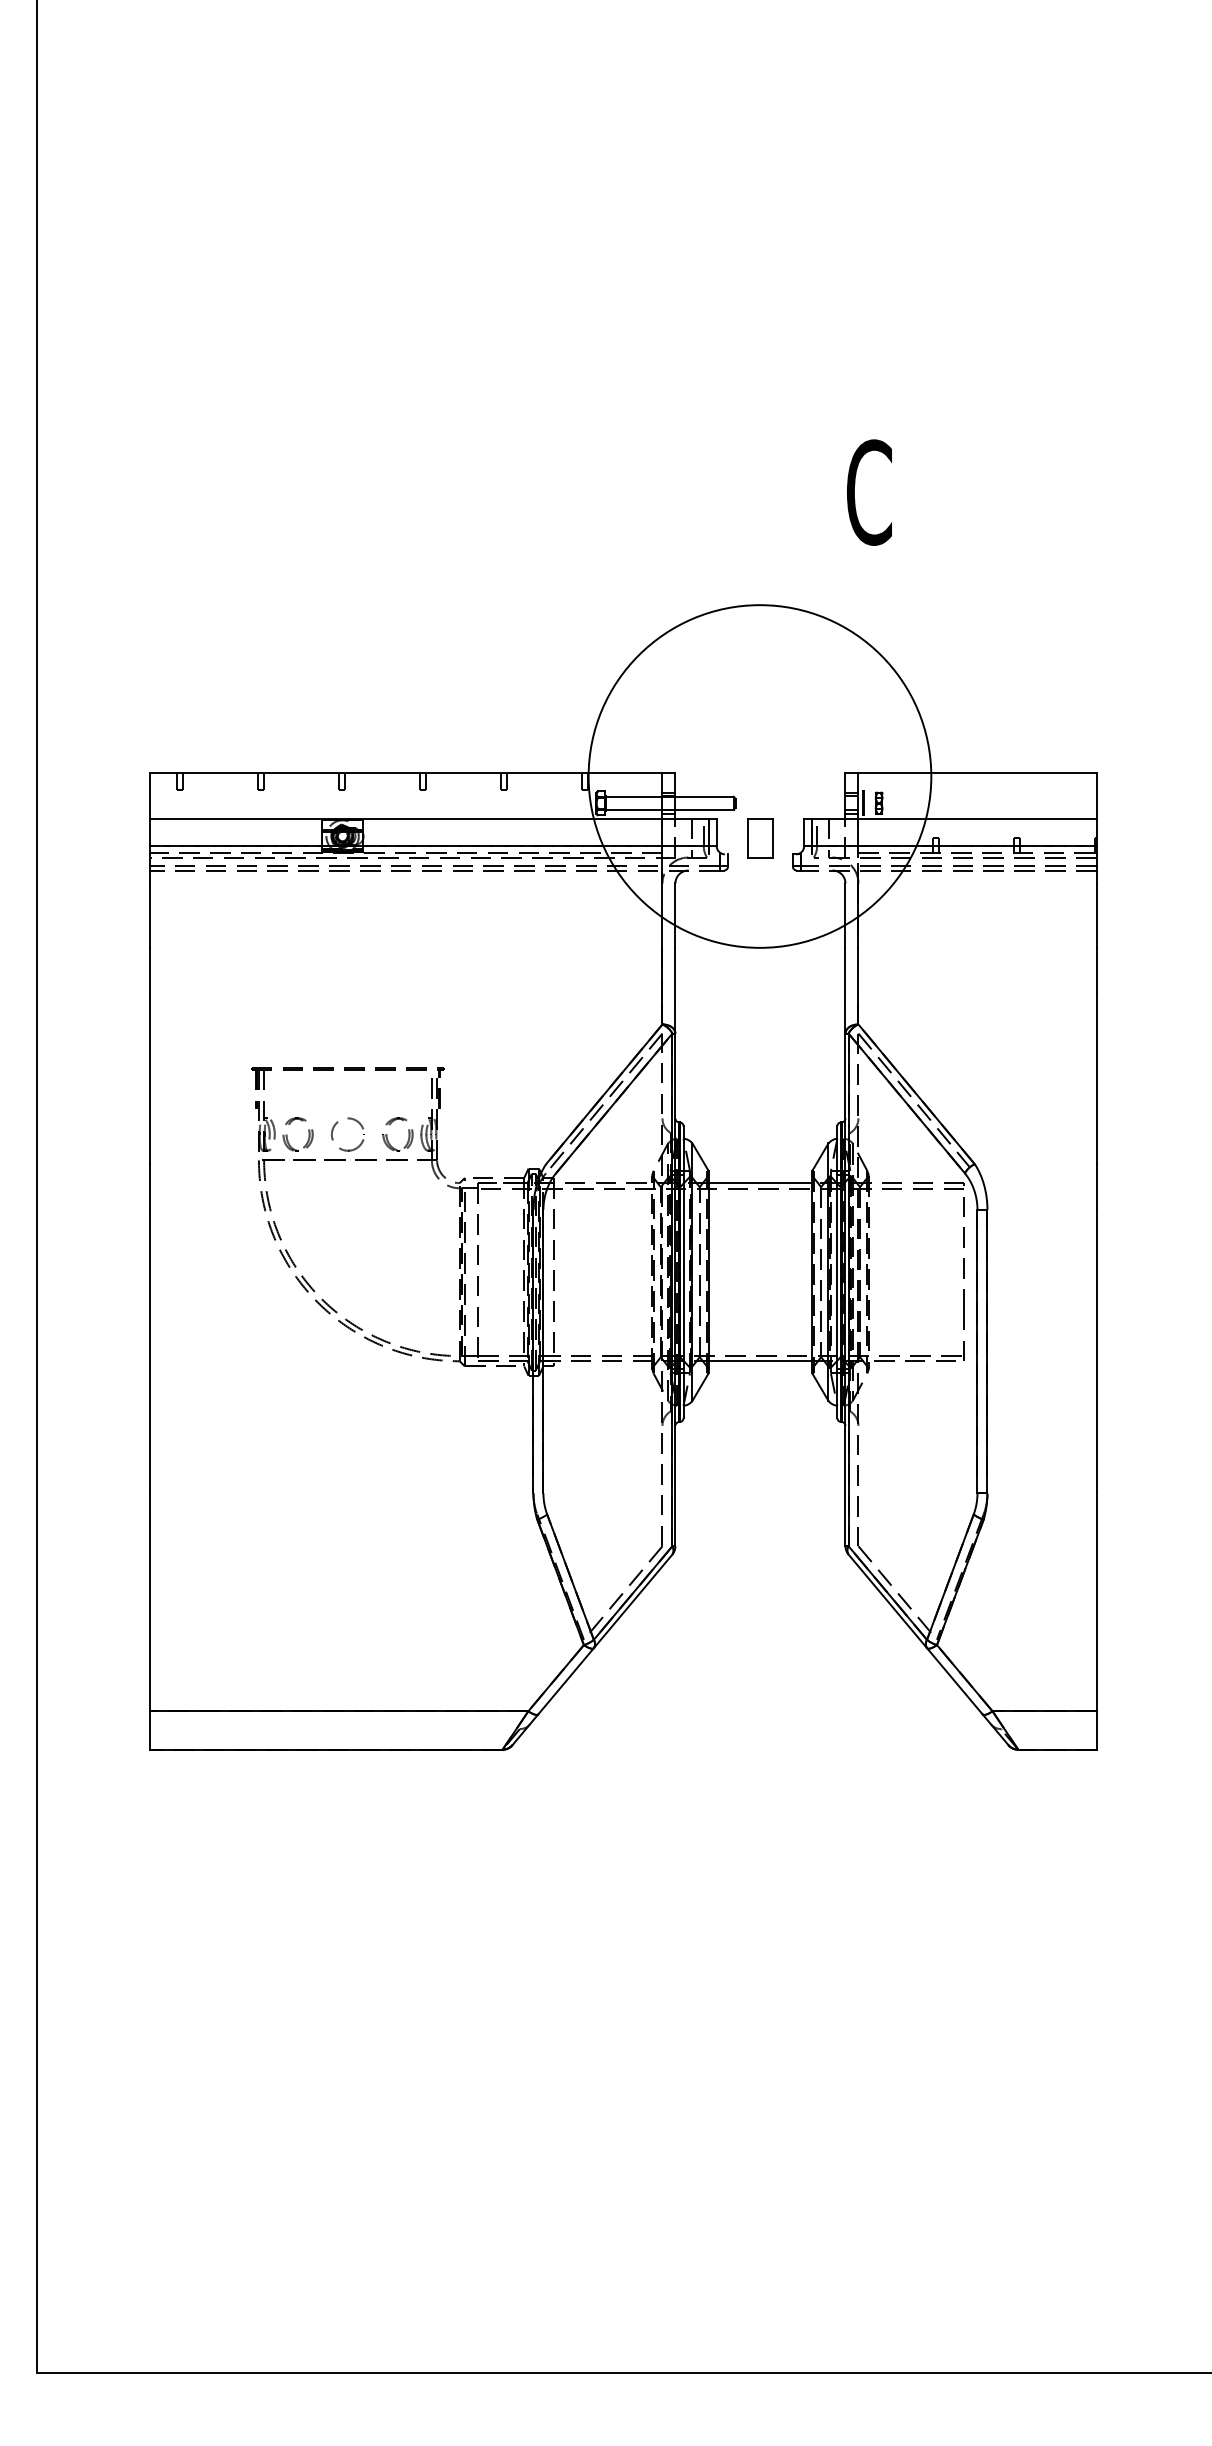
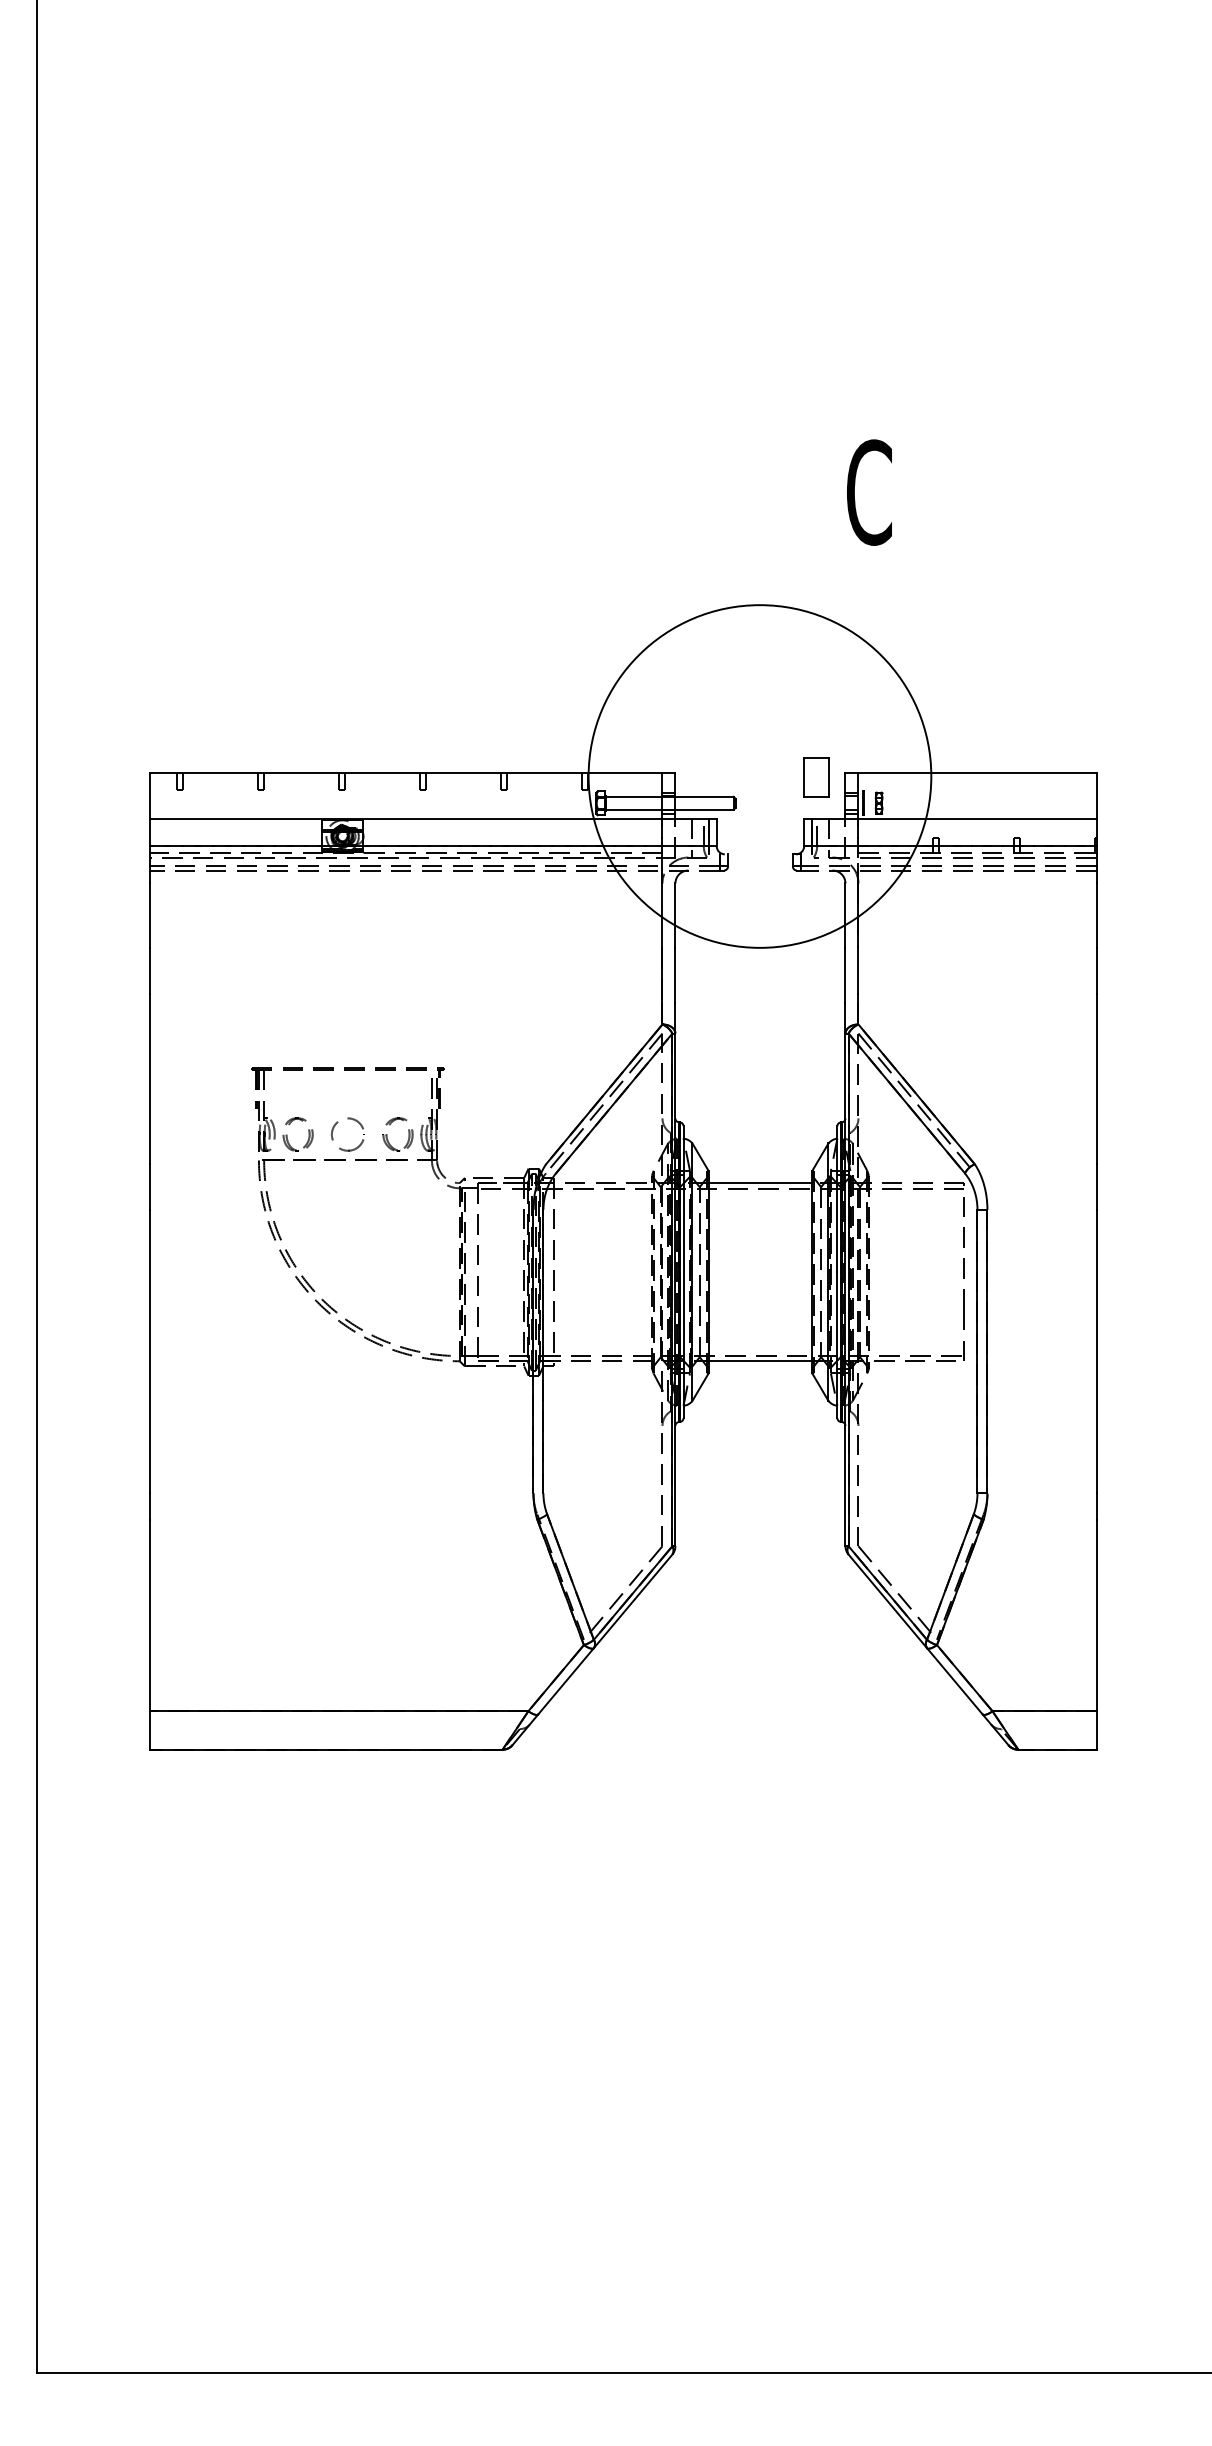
part at (760, 838) position: (760, 838) -> (816, 777)
